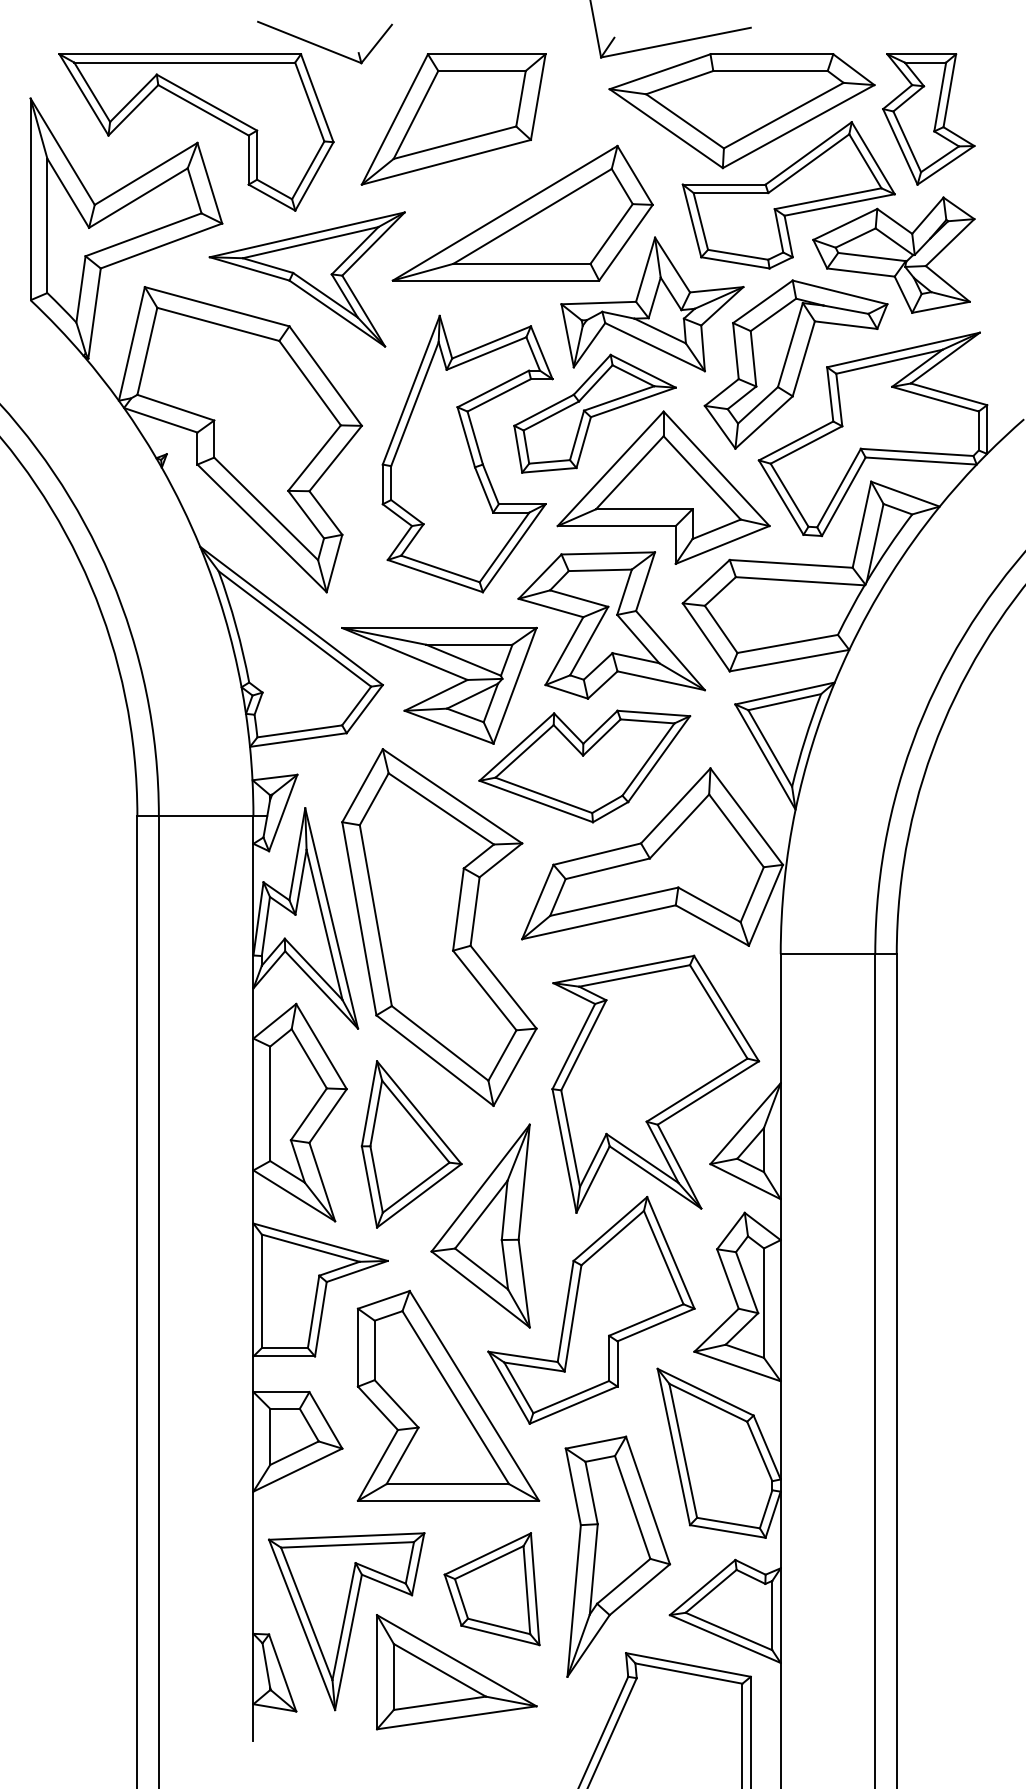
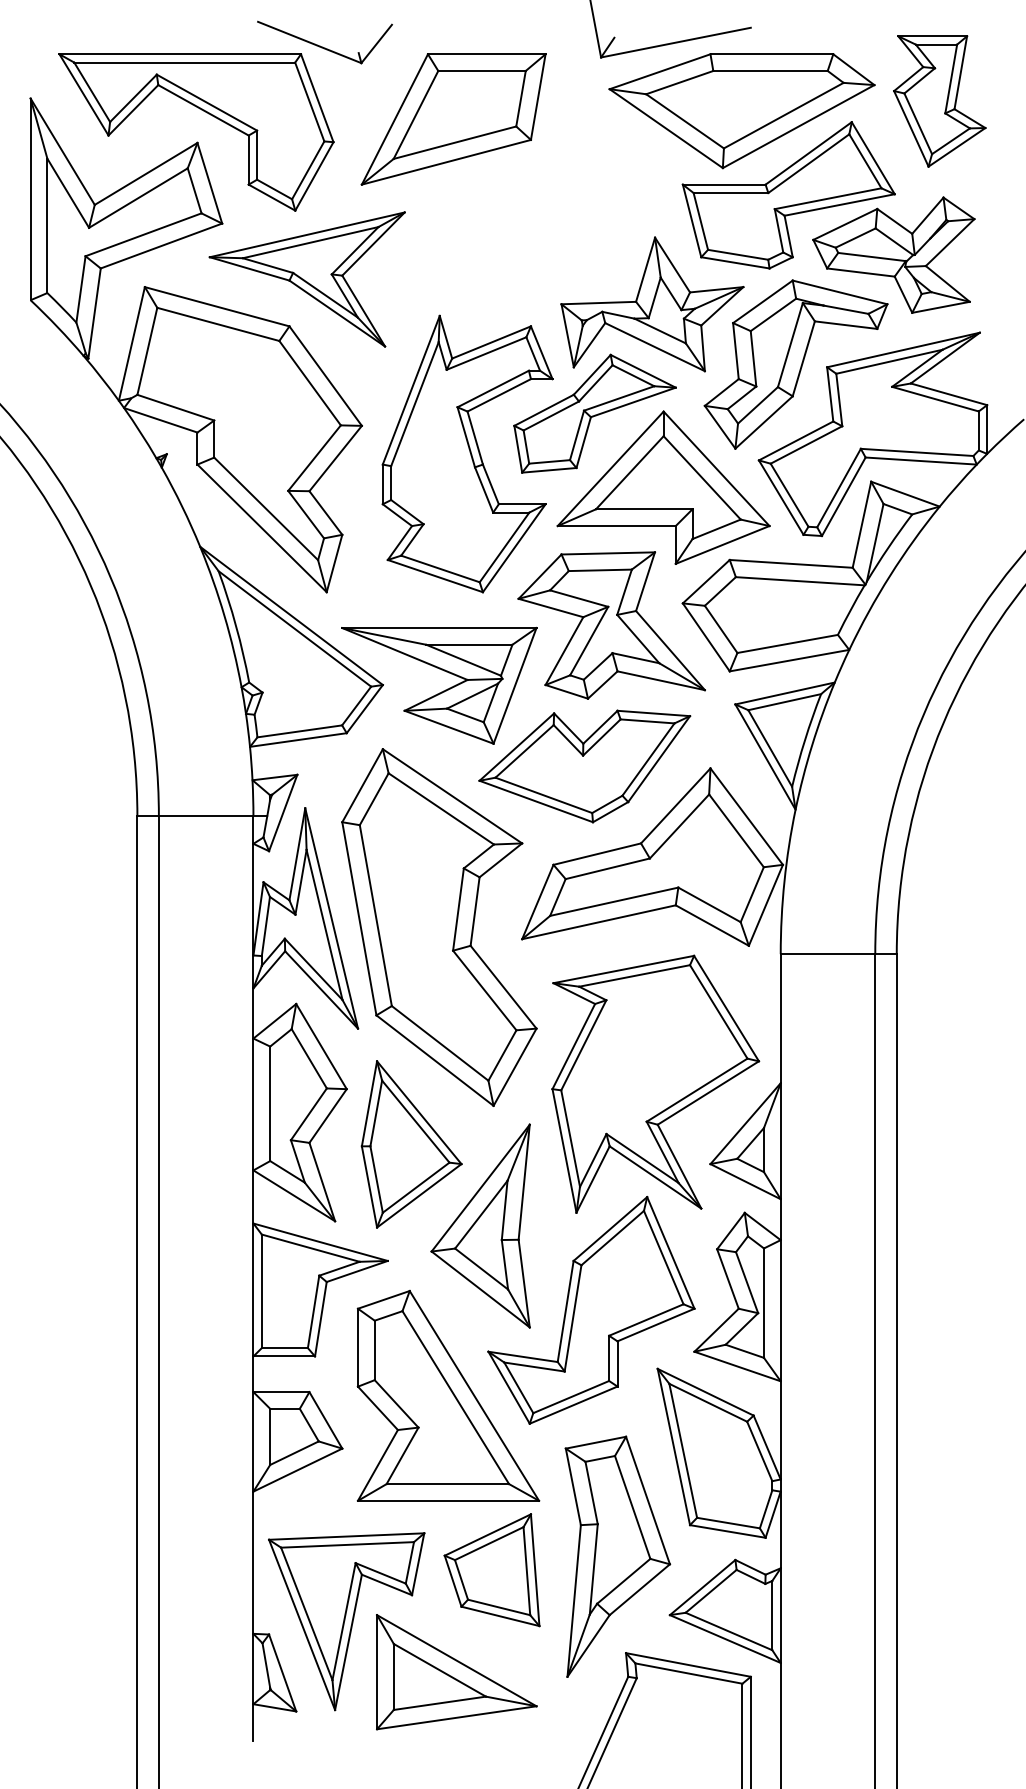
part at (928, 119) position: (928, 119) -> (939, 101)
part at (522, 212): present -> none
part at (491, 1589) position: (491, 1589) -> (491, 1570)
